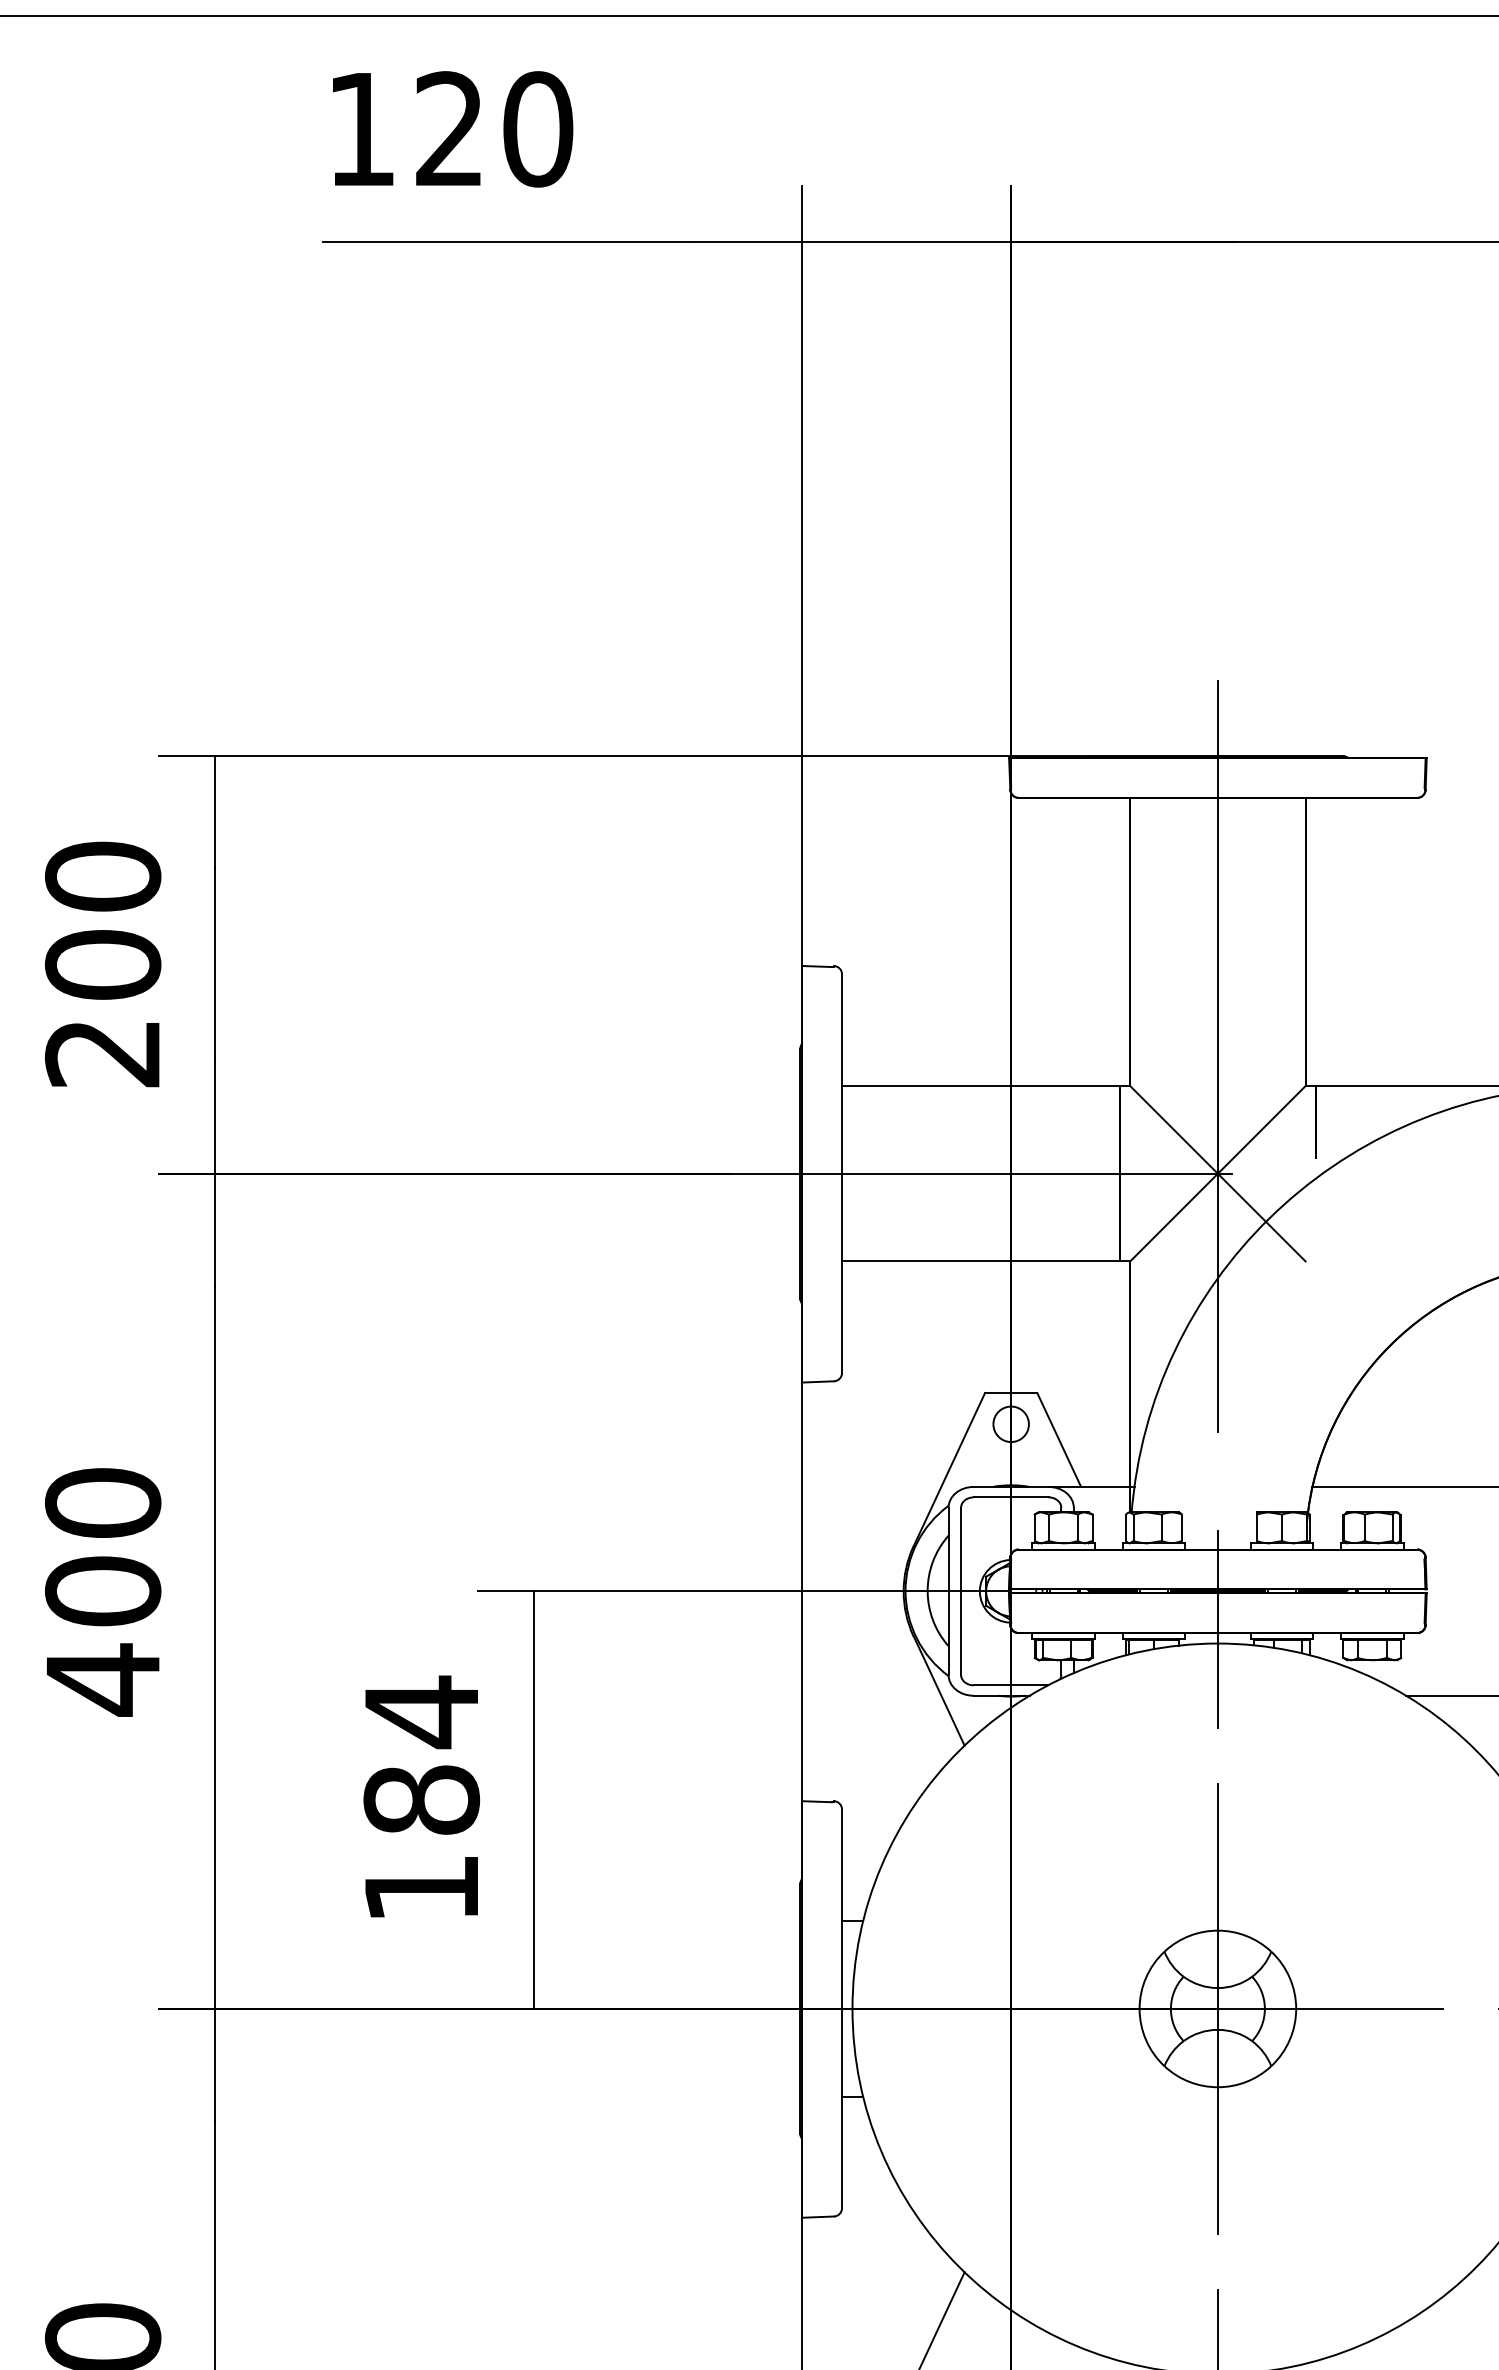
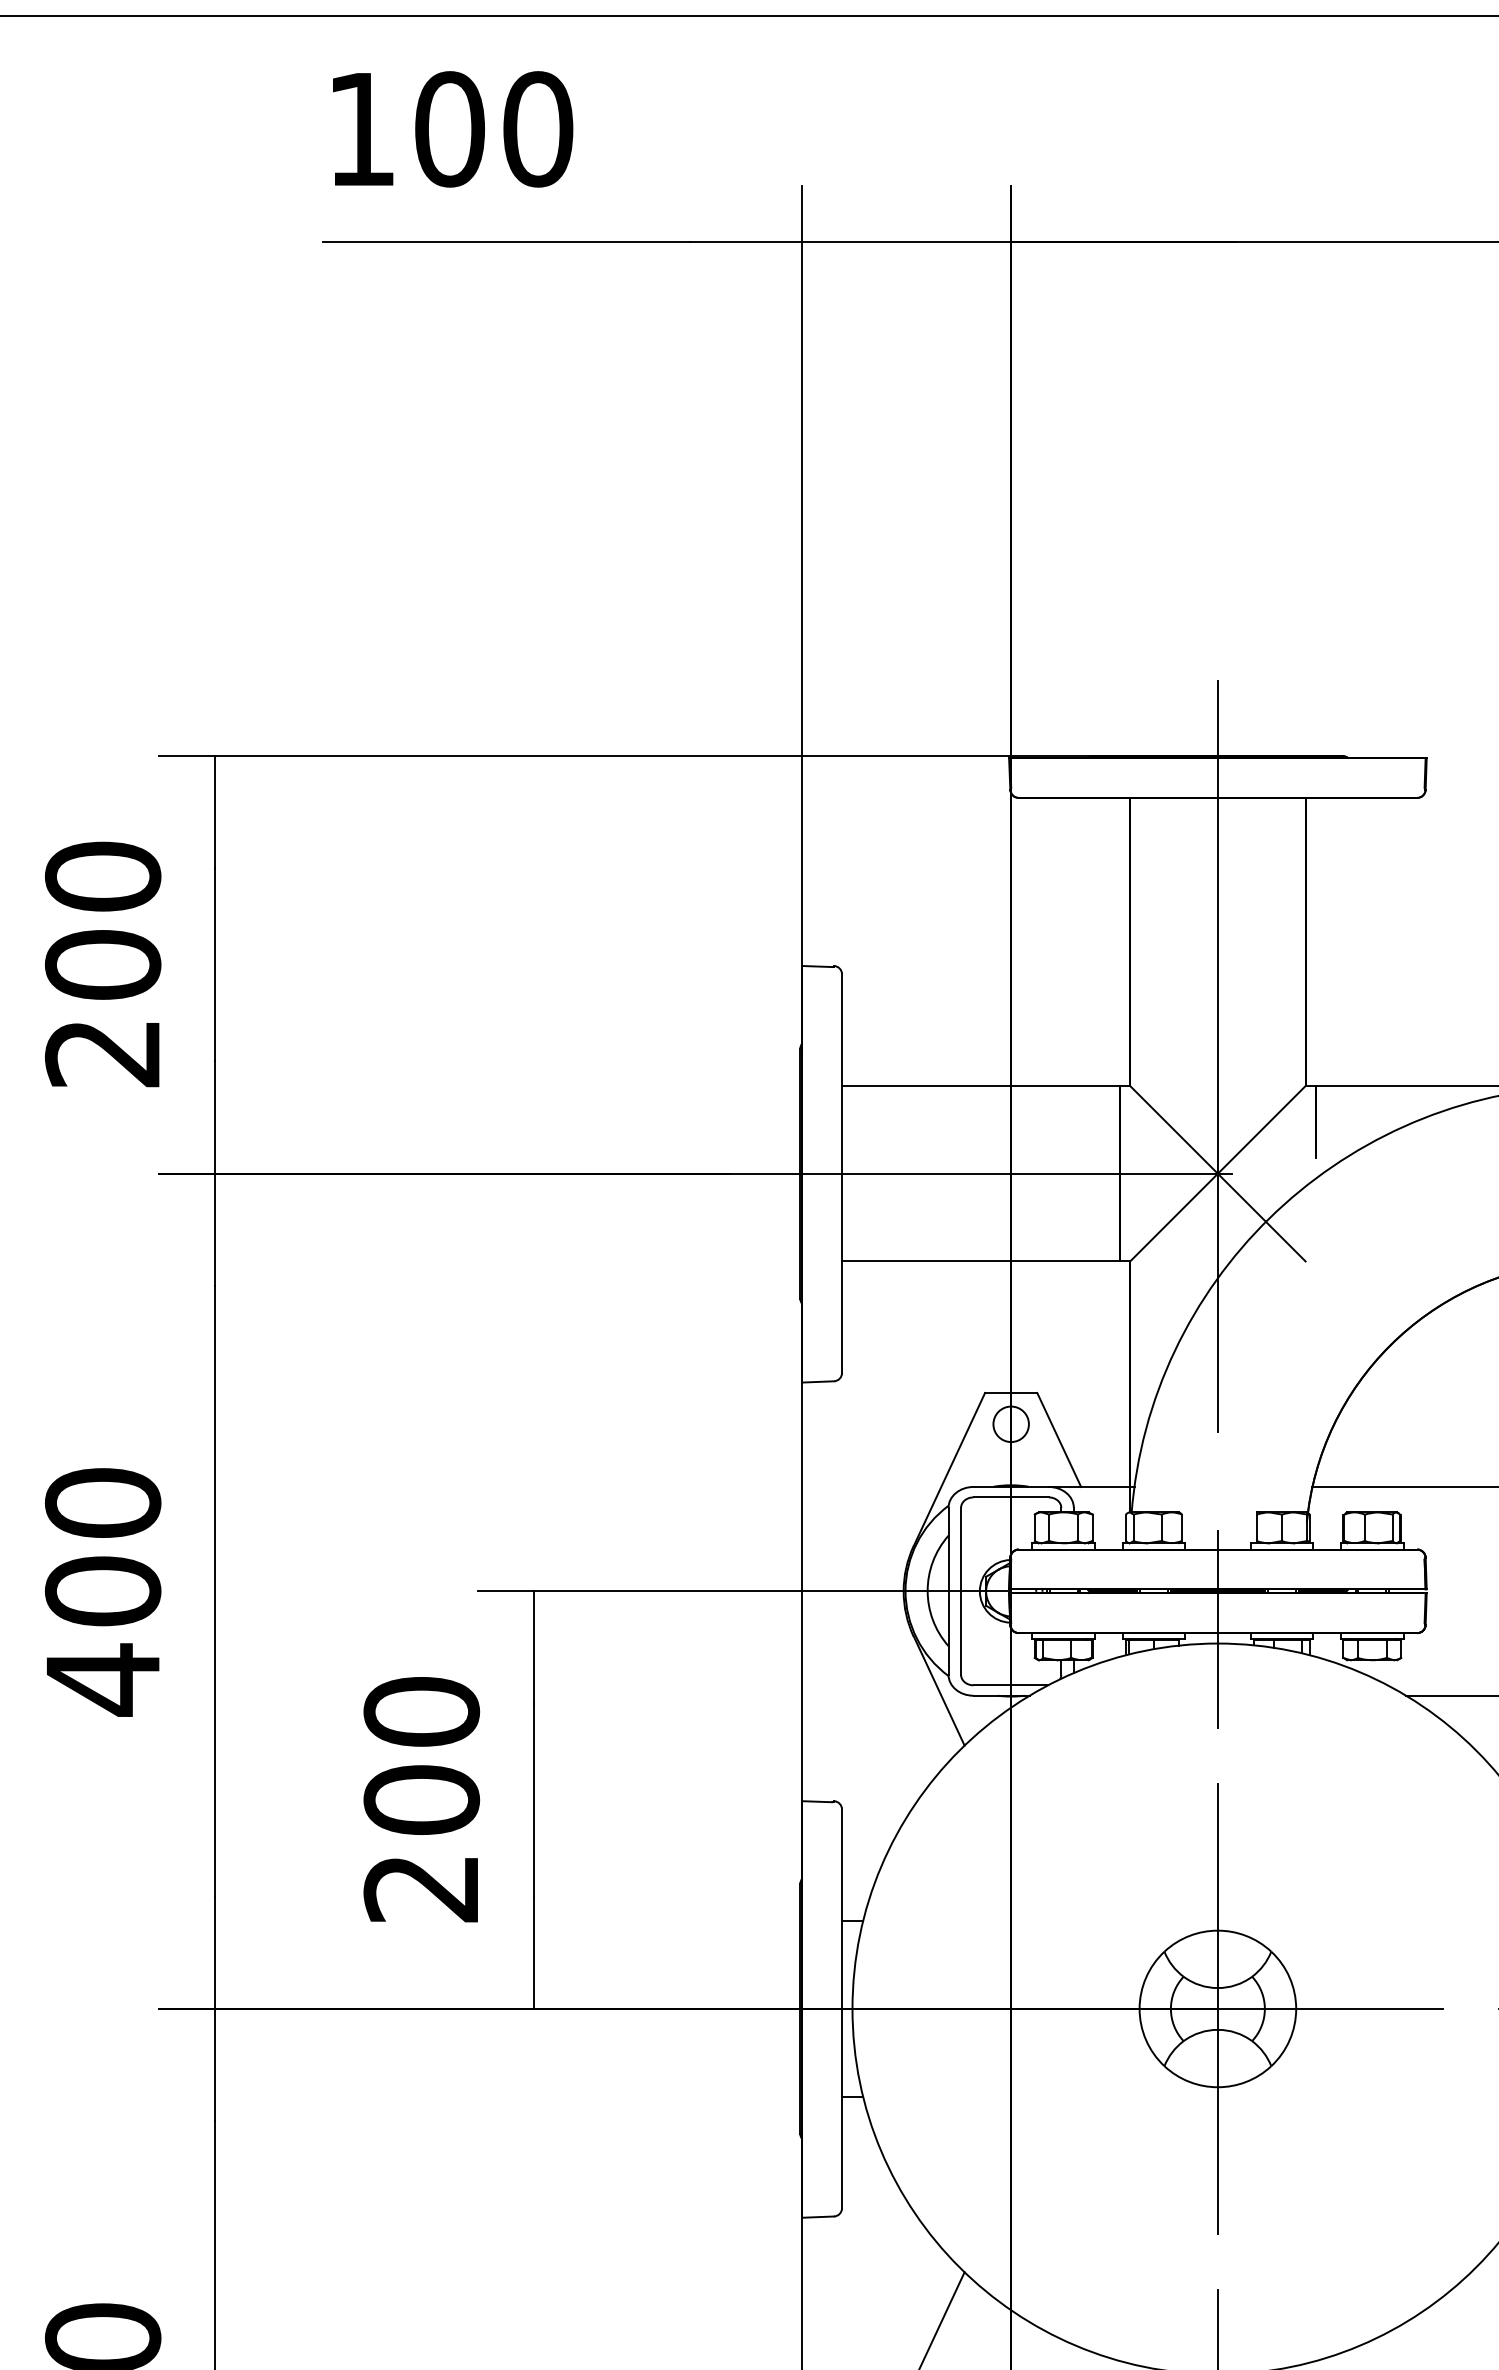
text at (449, 129): 120 -> 100
text at (421, 1798): 184 -> 200
